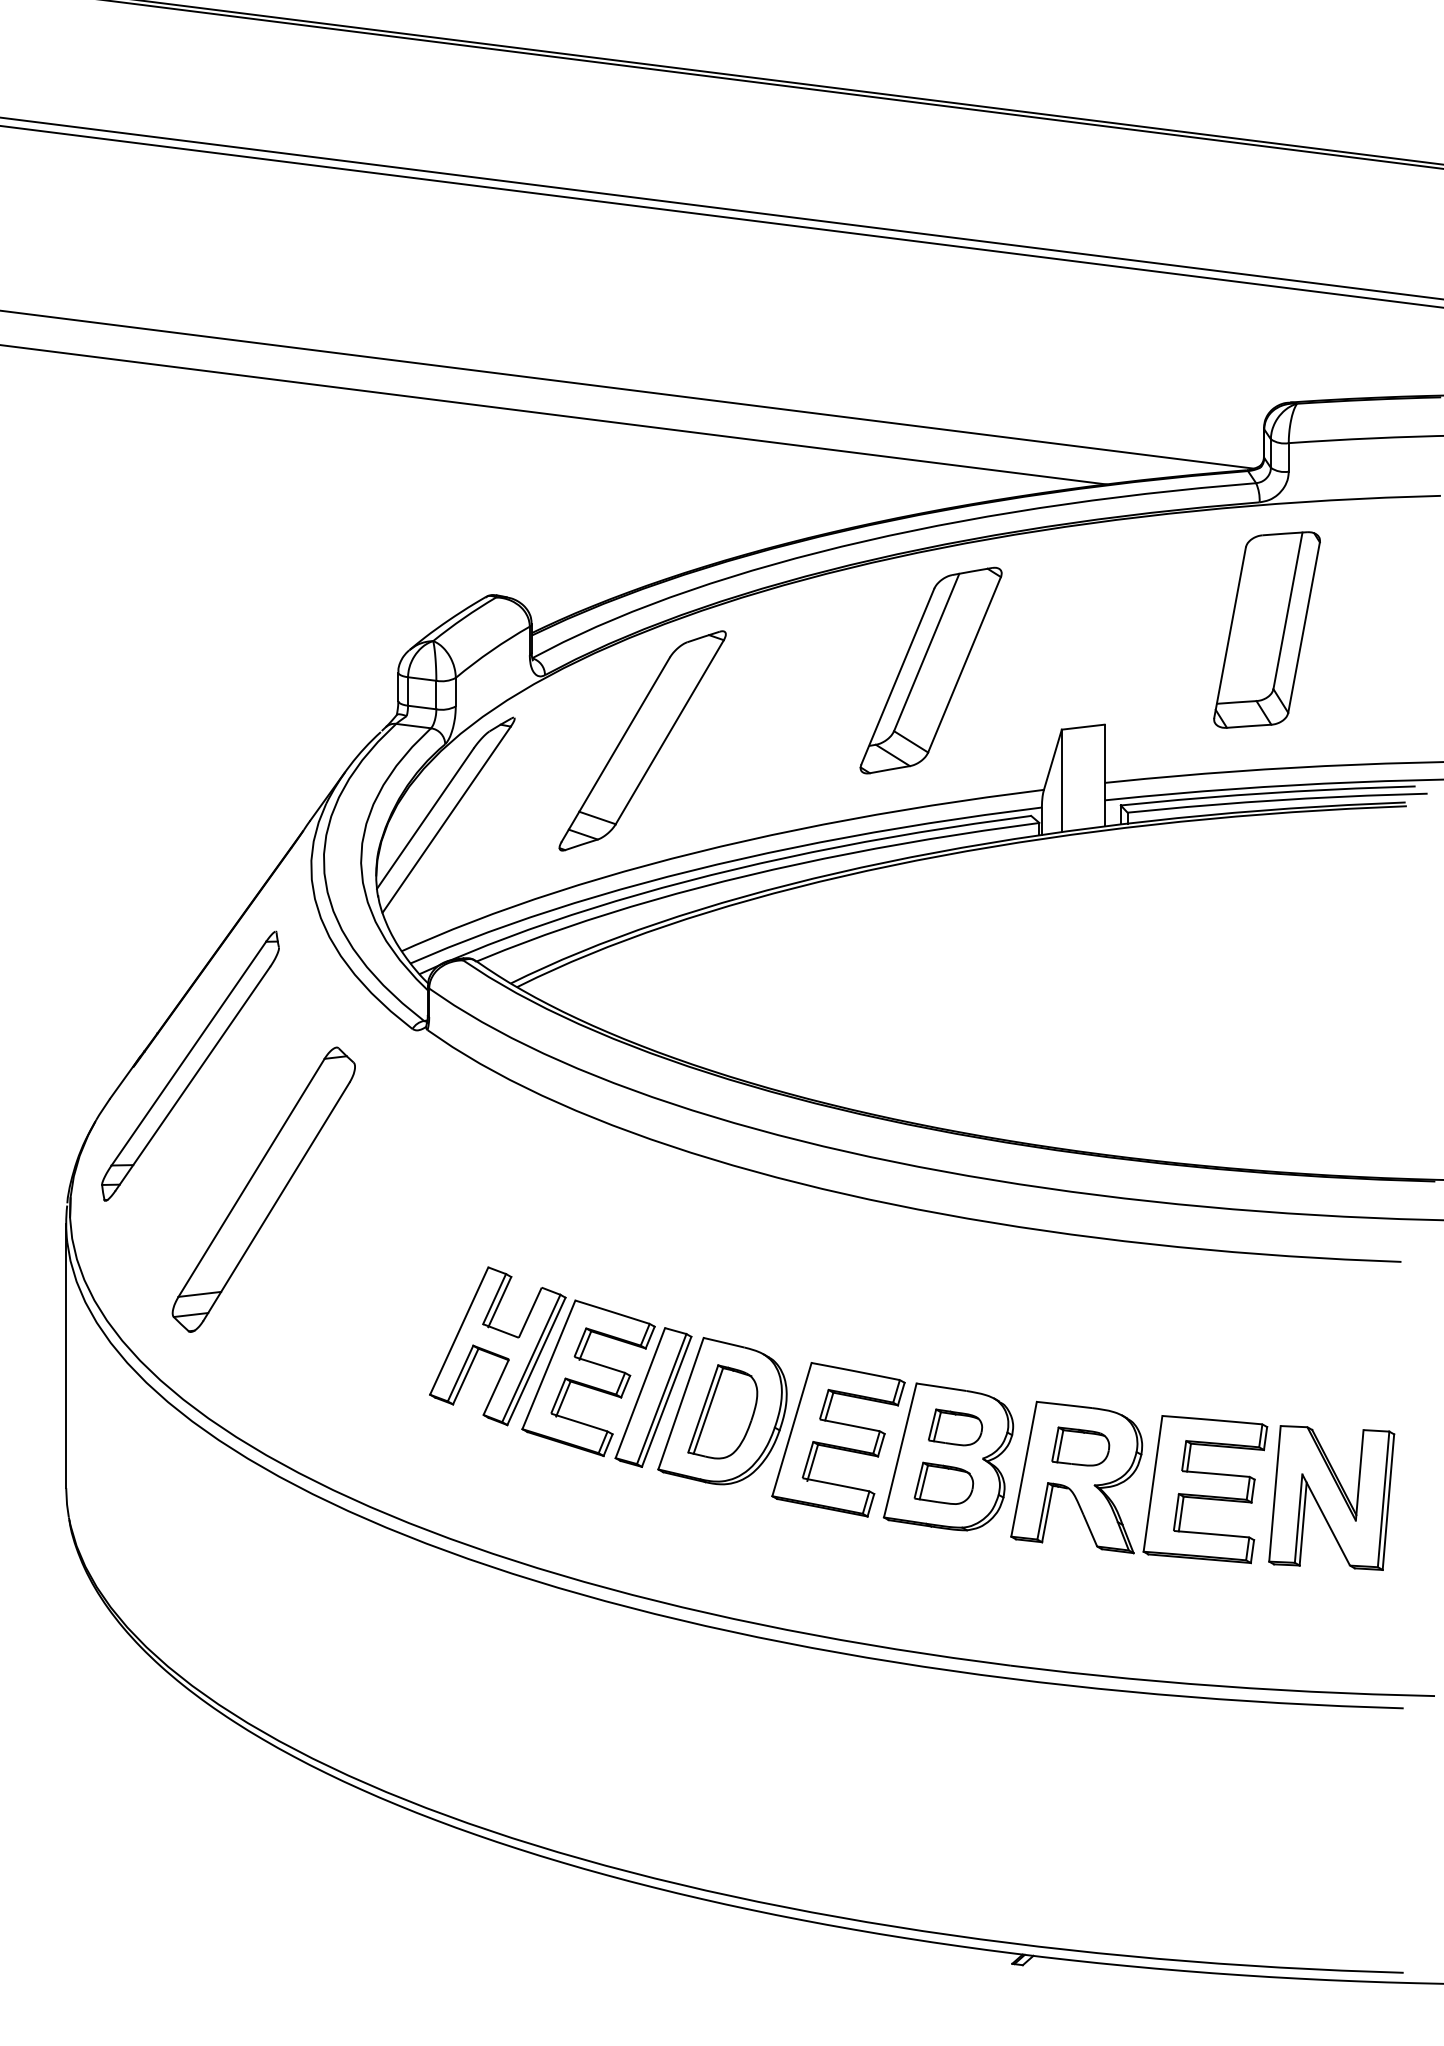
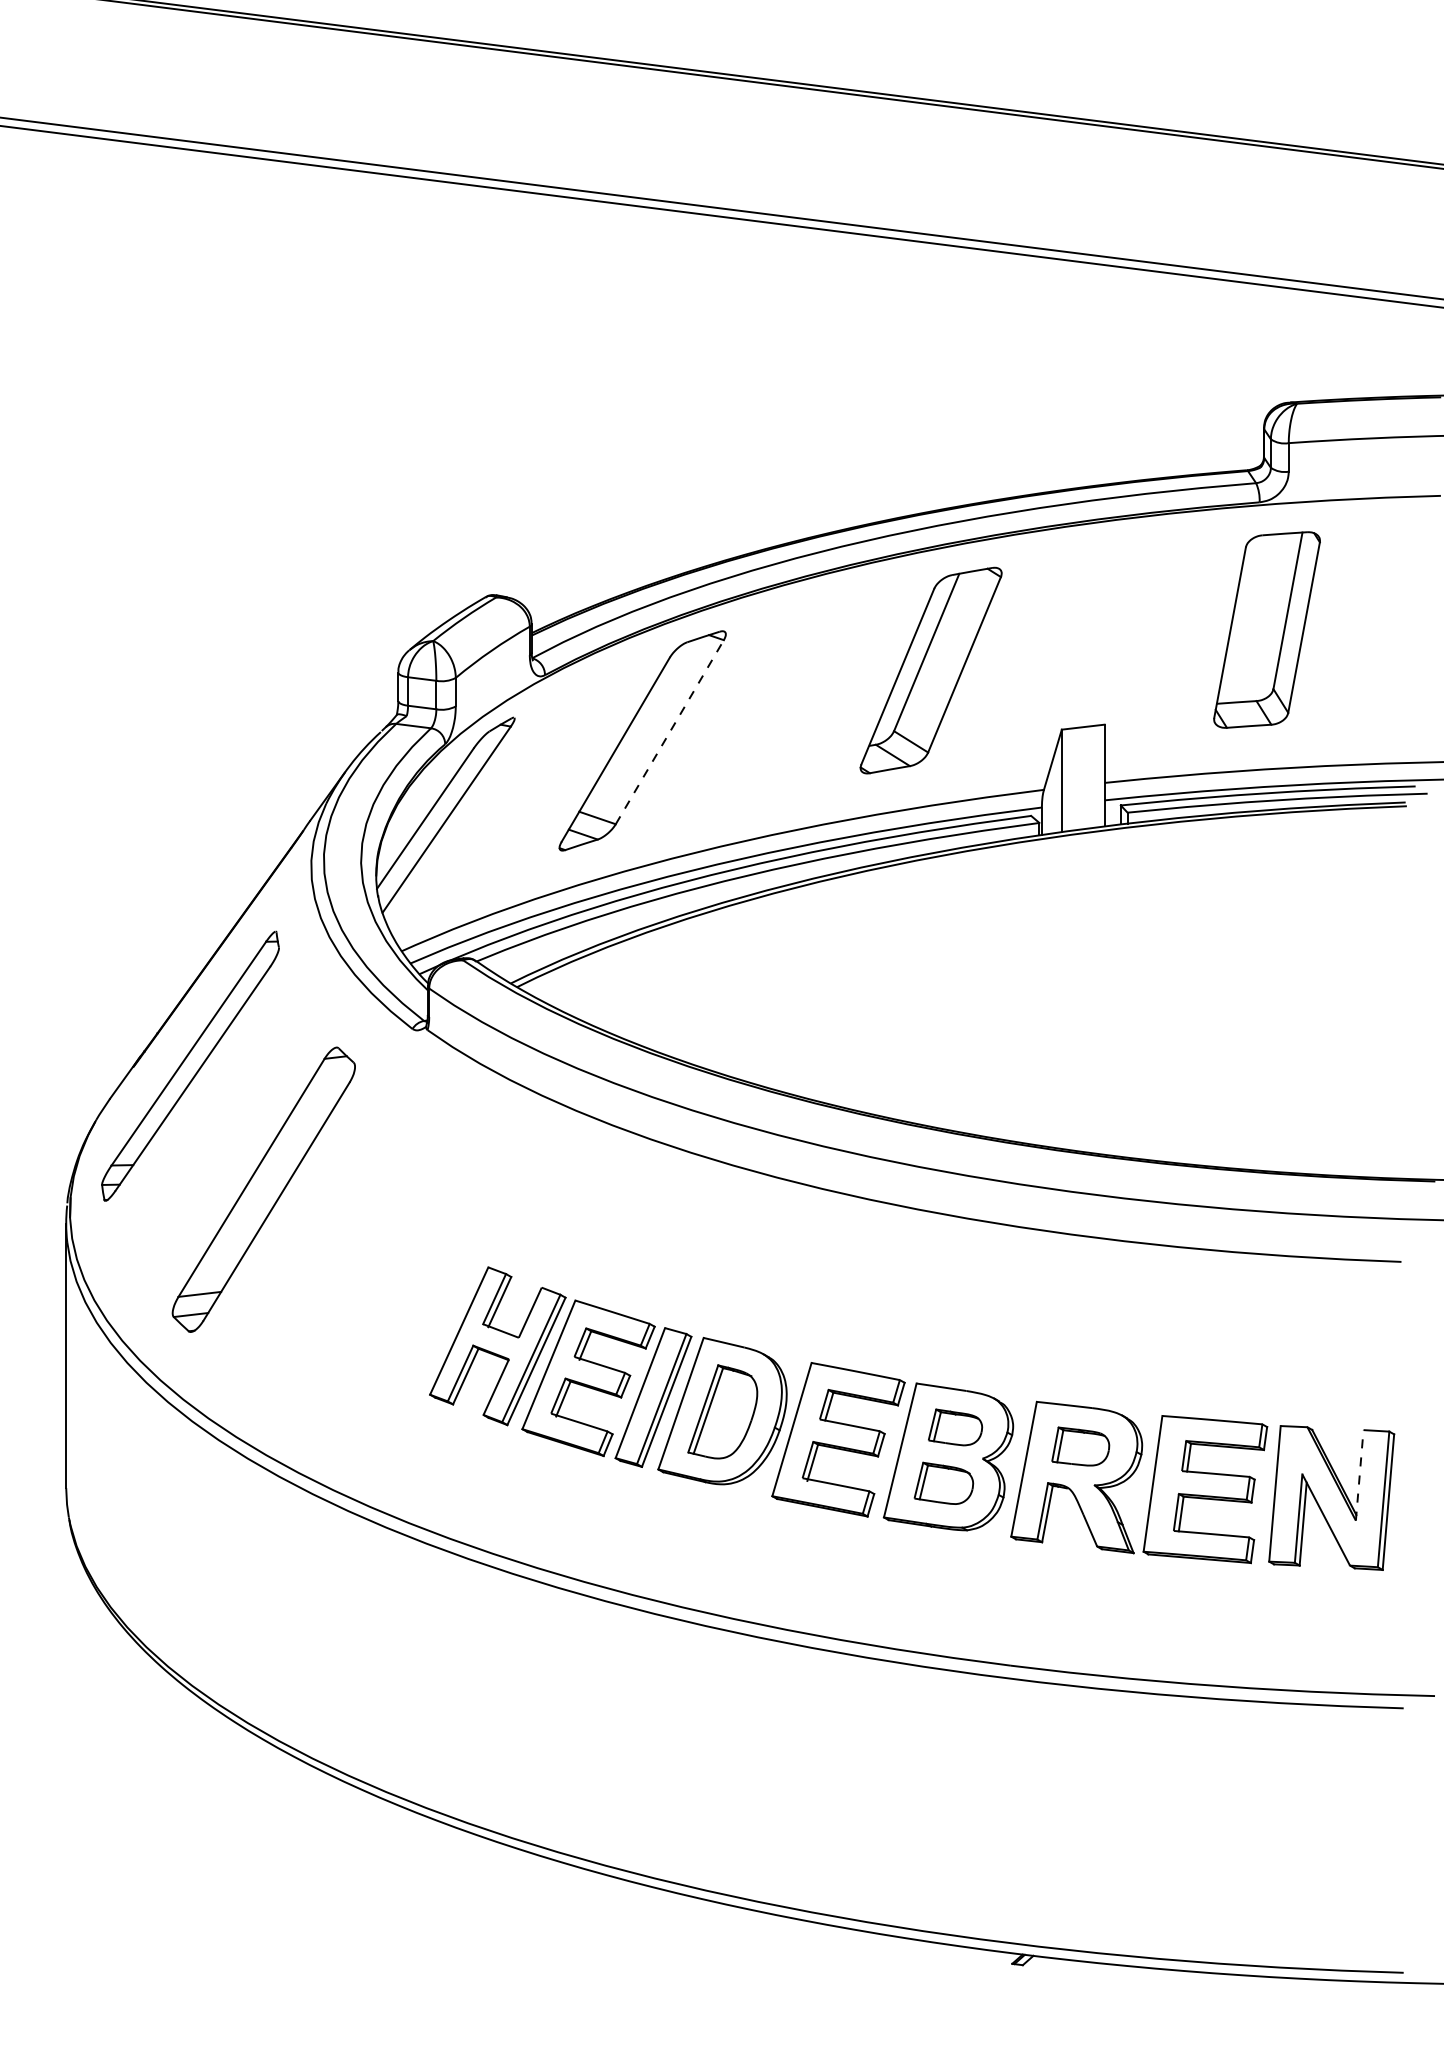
line at (627, 389): present -> none
line at (554, 414): present -> none
line at (669, 732): solid -> dashed
line at (1359, 1474): solid -> dashed
